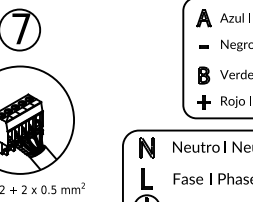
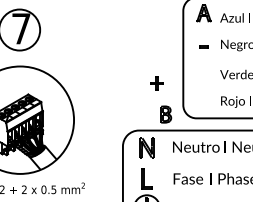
part at (203, 18) position: (203, 18) -> (203, 13)
part at (204, 75) position: (204, 75) -> (166, 114)
part at (203, 102) position: (203, 102) -> (156, 83)
